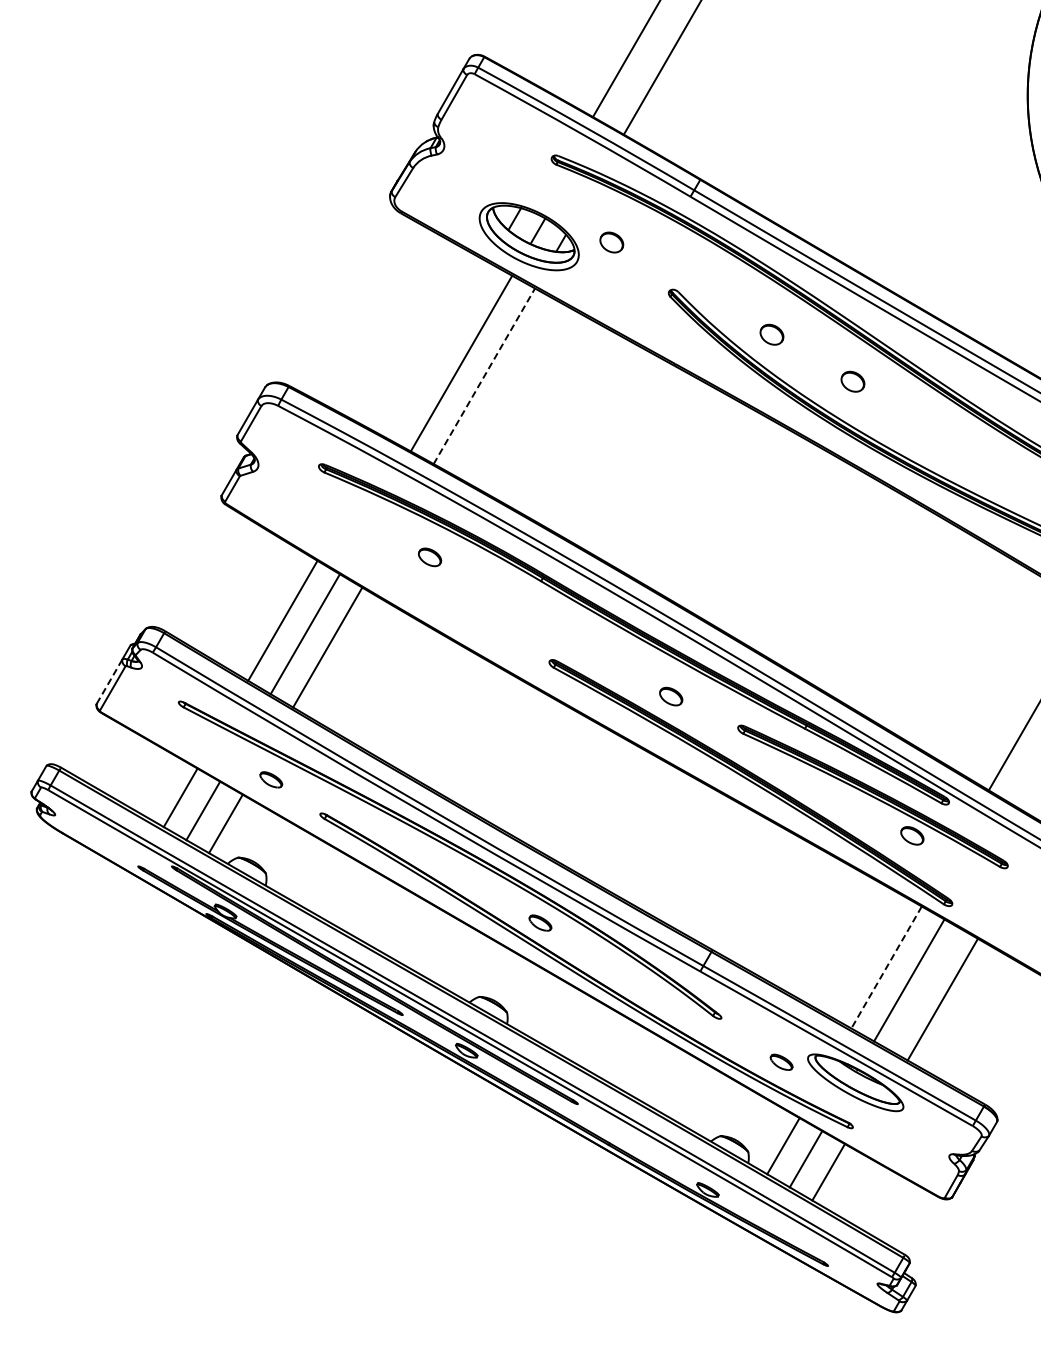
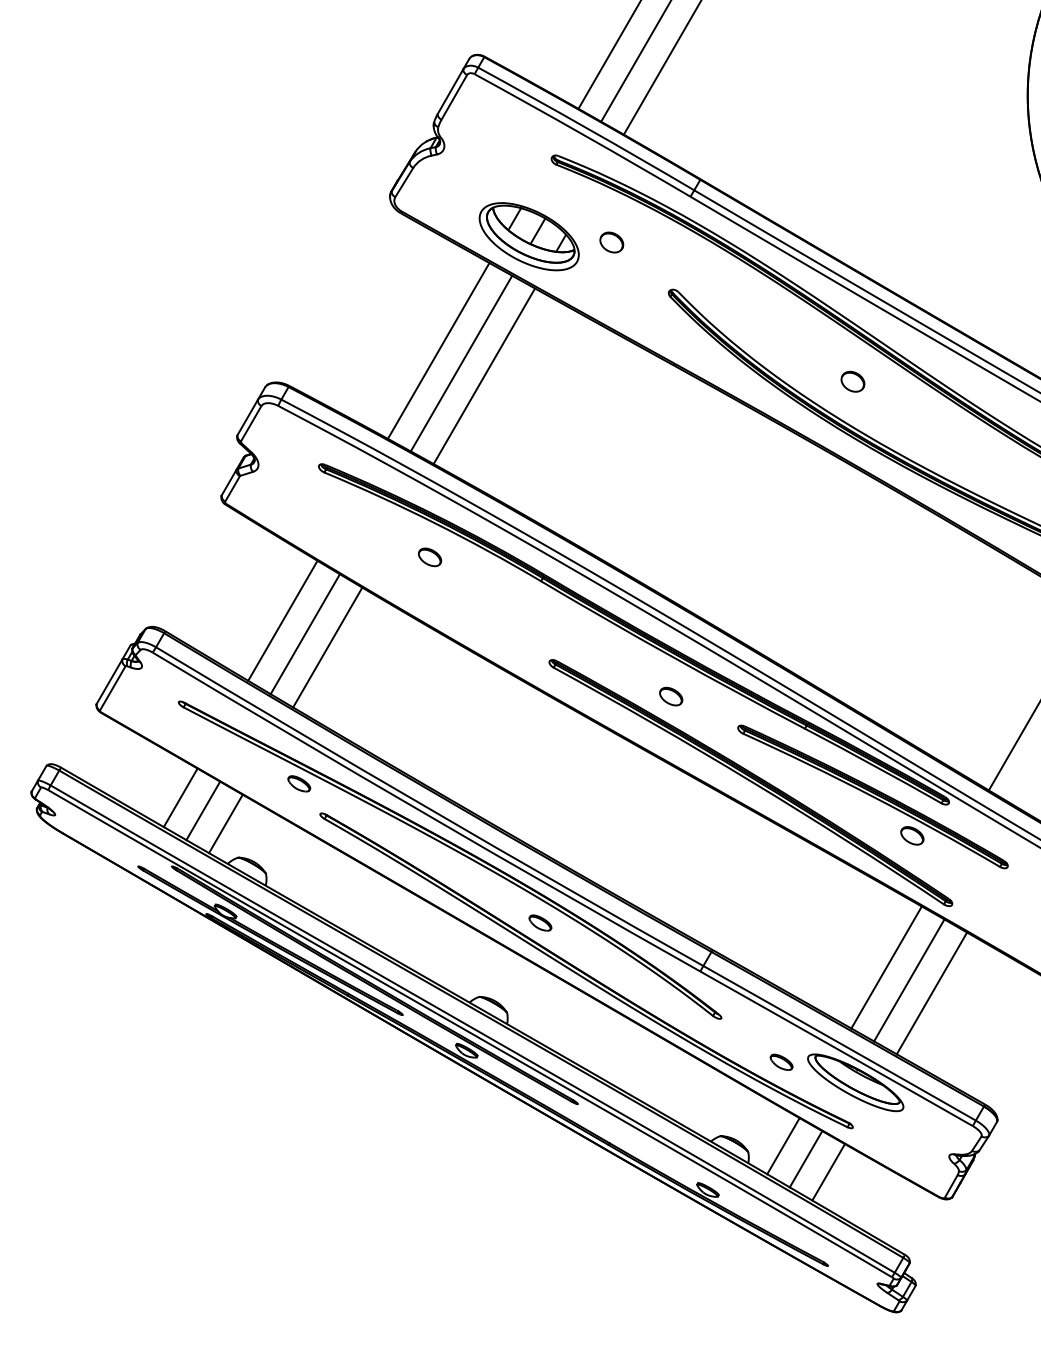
line at (609, 55): none -> present
line at (626, 59) position: (626, 59) -> (635, 61)
part at (771, 334): present -> none
line at (438, 350): none -> present
line at (484, 375): dashed -> solid
line at (109, 681): dashed -> solid
part at (271, 779) position: (271, 779) -> (299, 783)
line at (886, 968): dashed -> solid
line at (942, 999) position: (942, 999) -> (931, 993)
